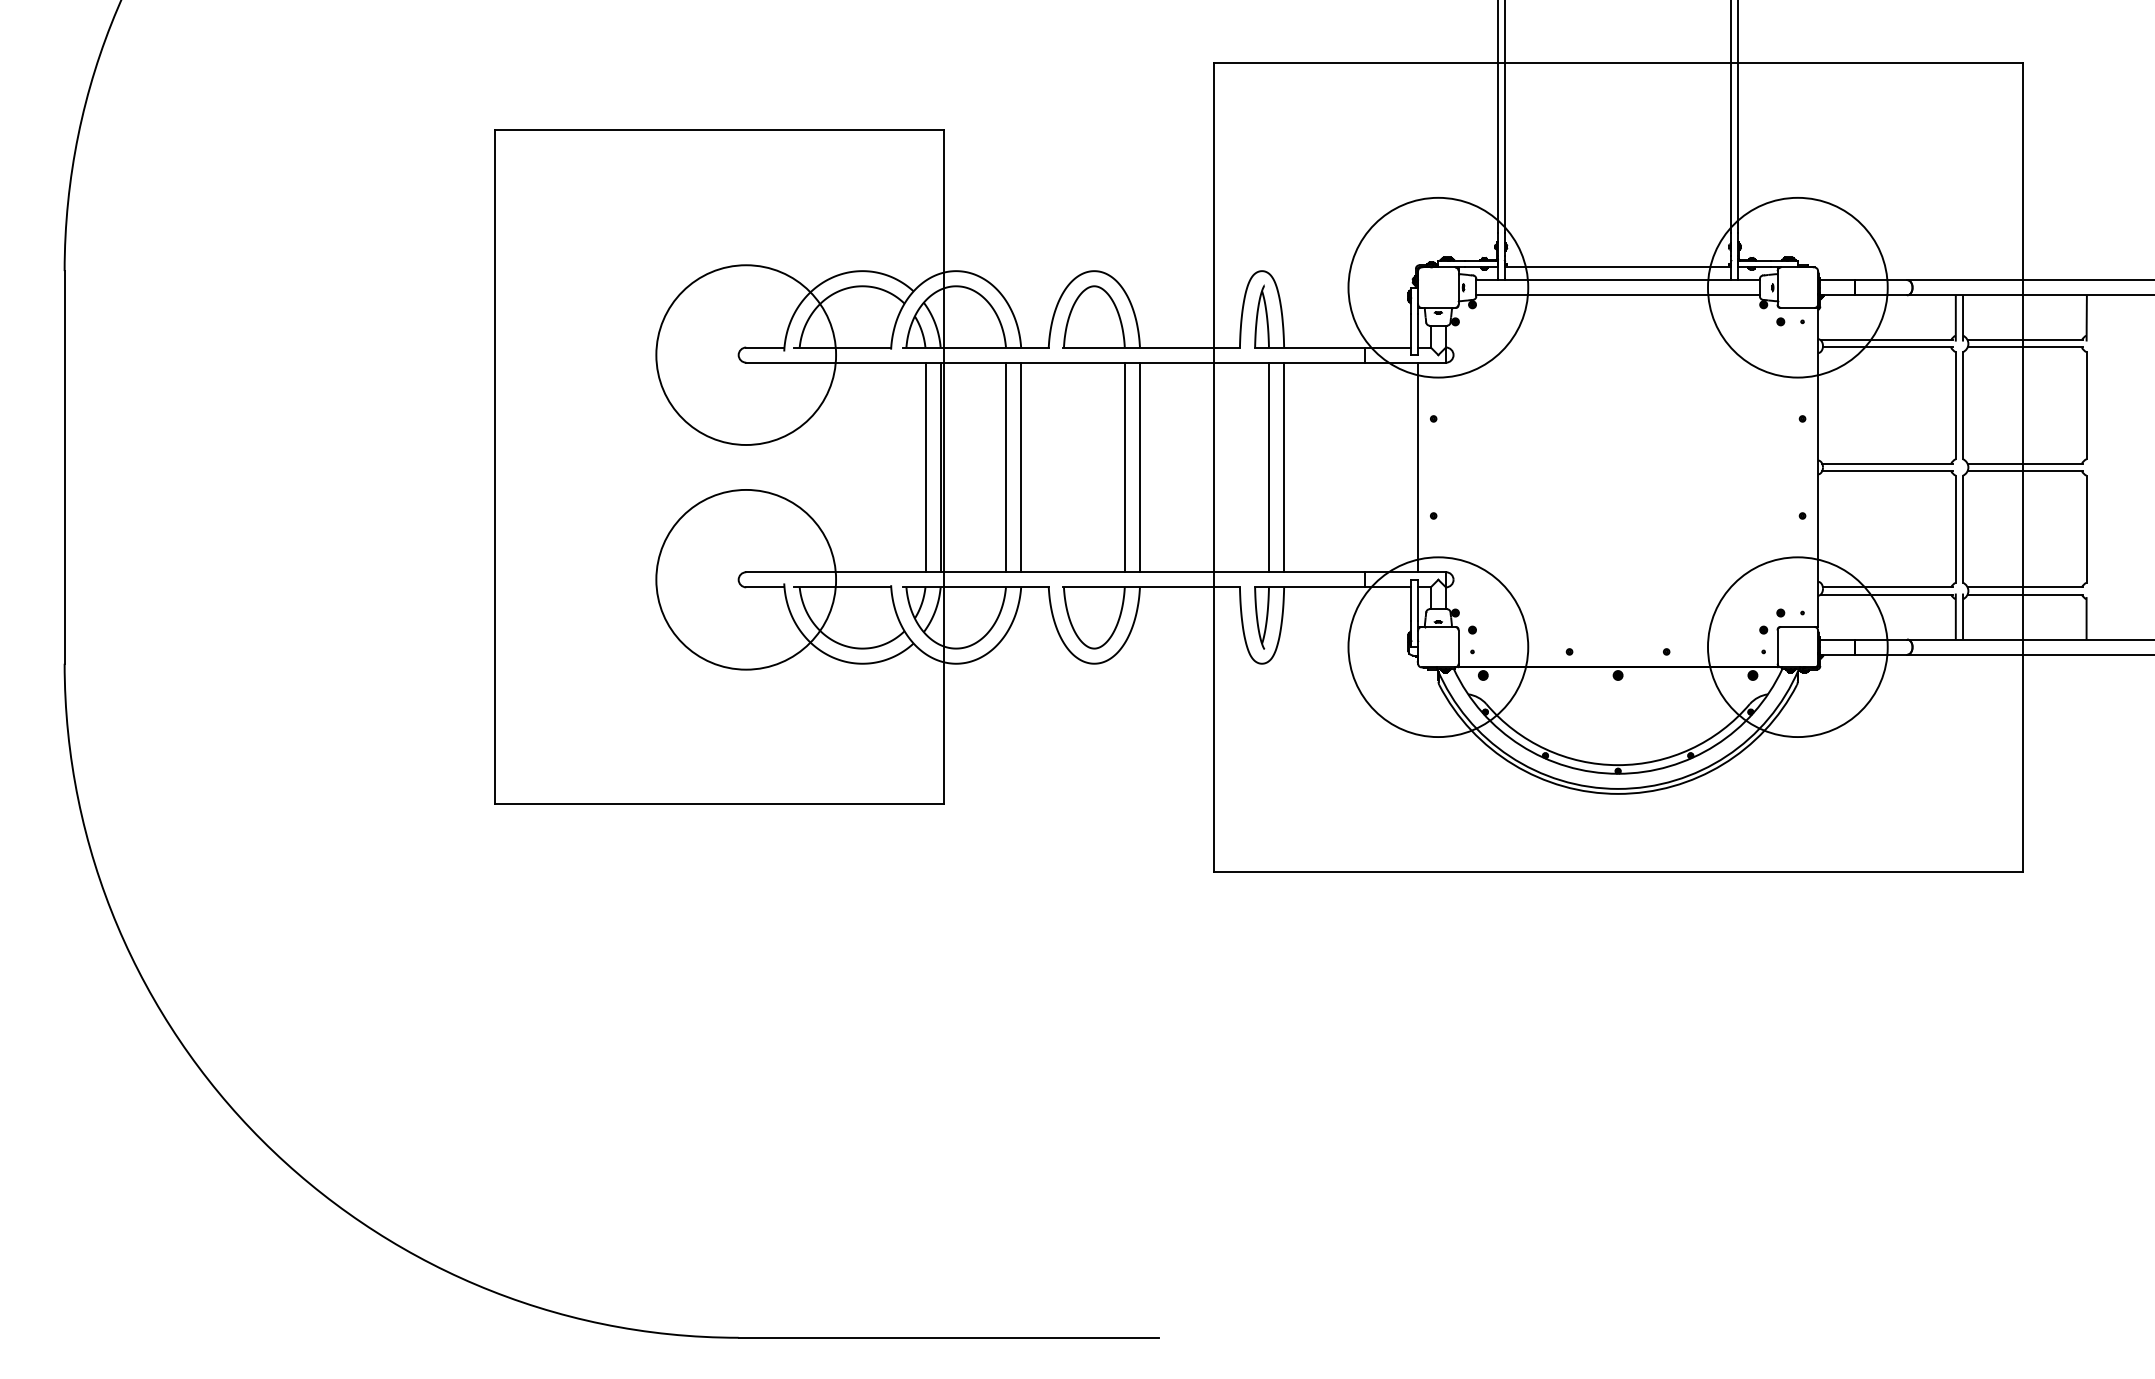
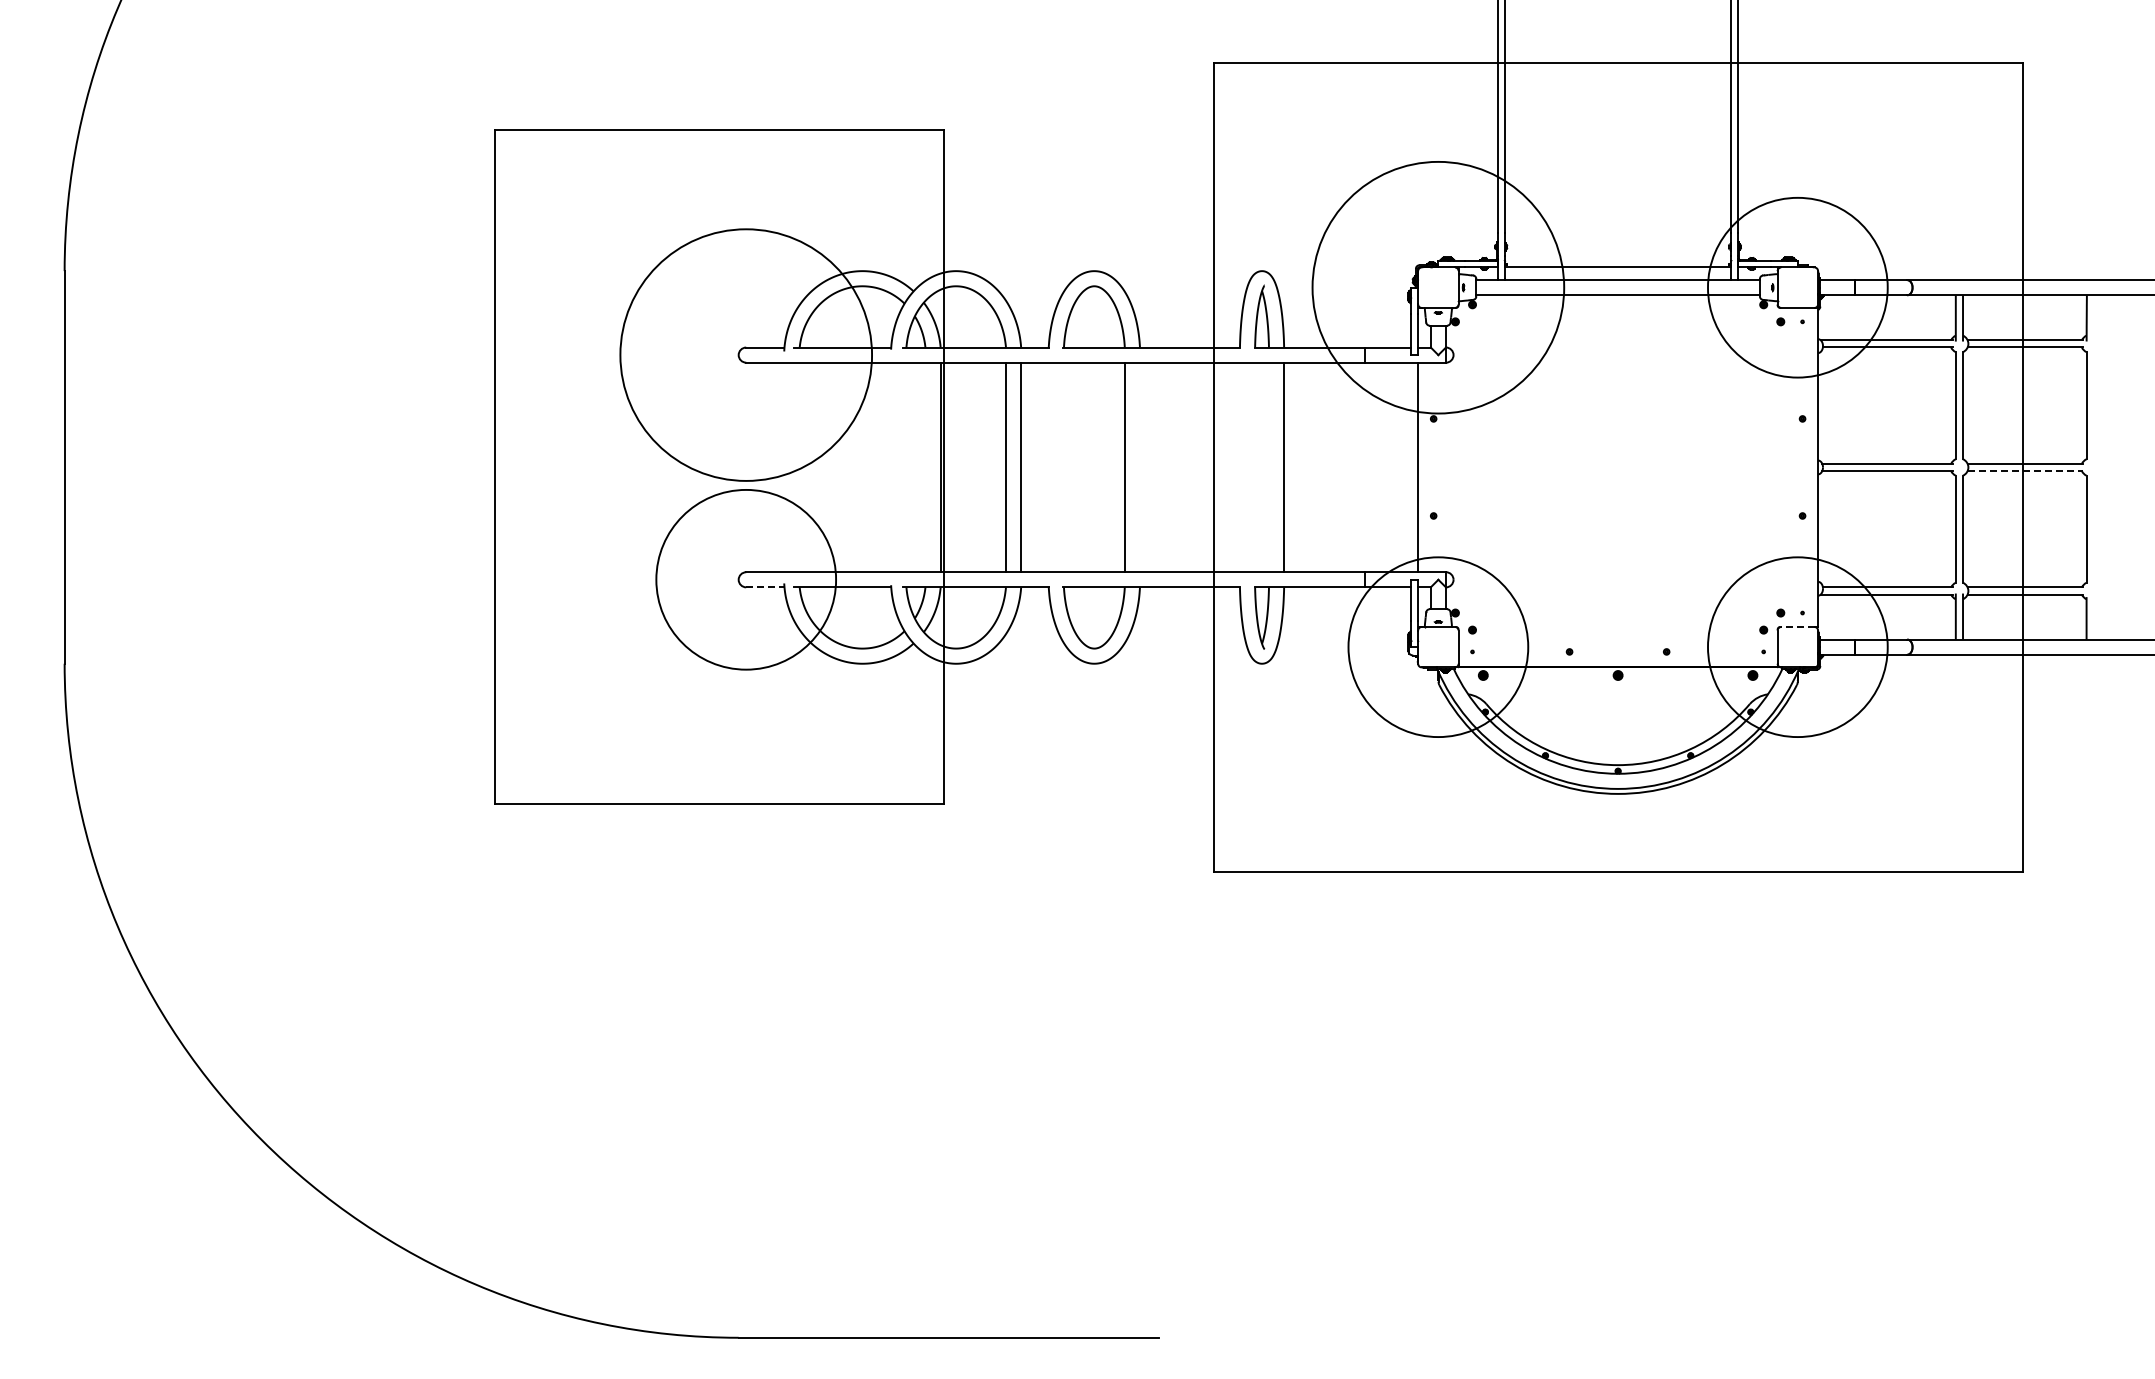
circle at (1438, 287) diameter: 180 px -> 252 px
circle at (746, 354) diameter: 180 px -> 252 px
line at (925, 467): present -> none
line at (1140, 467): present -> none
line at (1269, 467): present -> none
line at (2025, 471): solid -> dashed
line at (765, 587): solid -> dashed
line at (1797, 626): solid -> dashed
